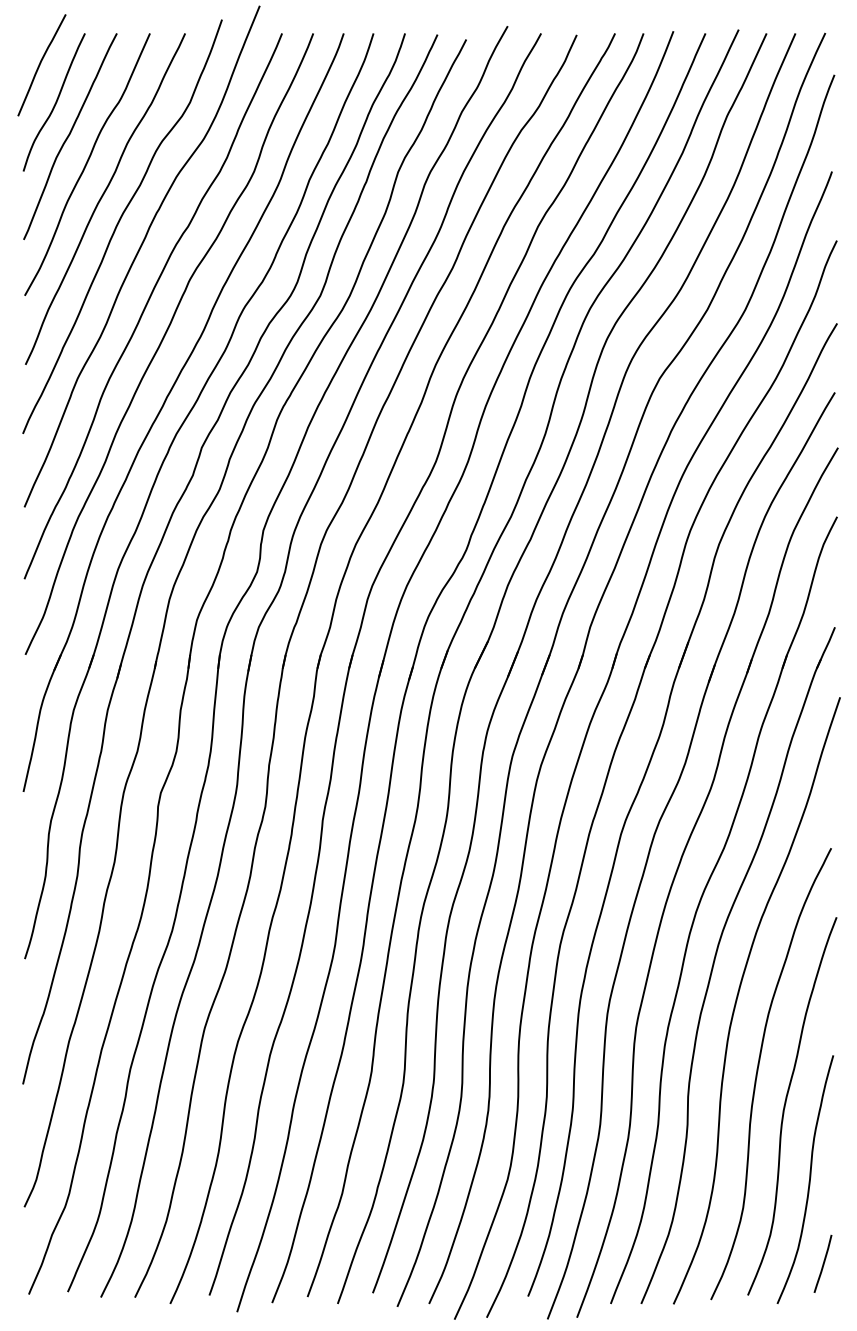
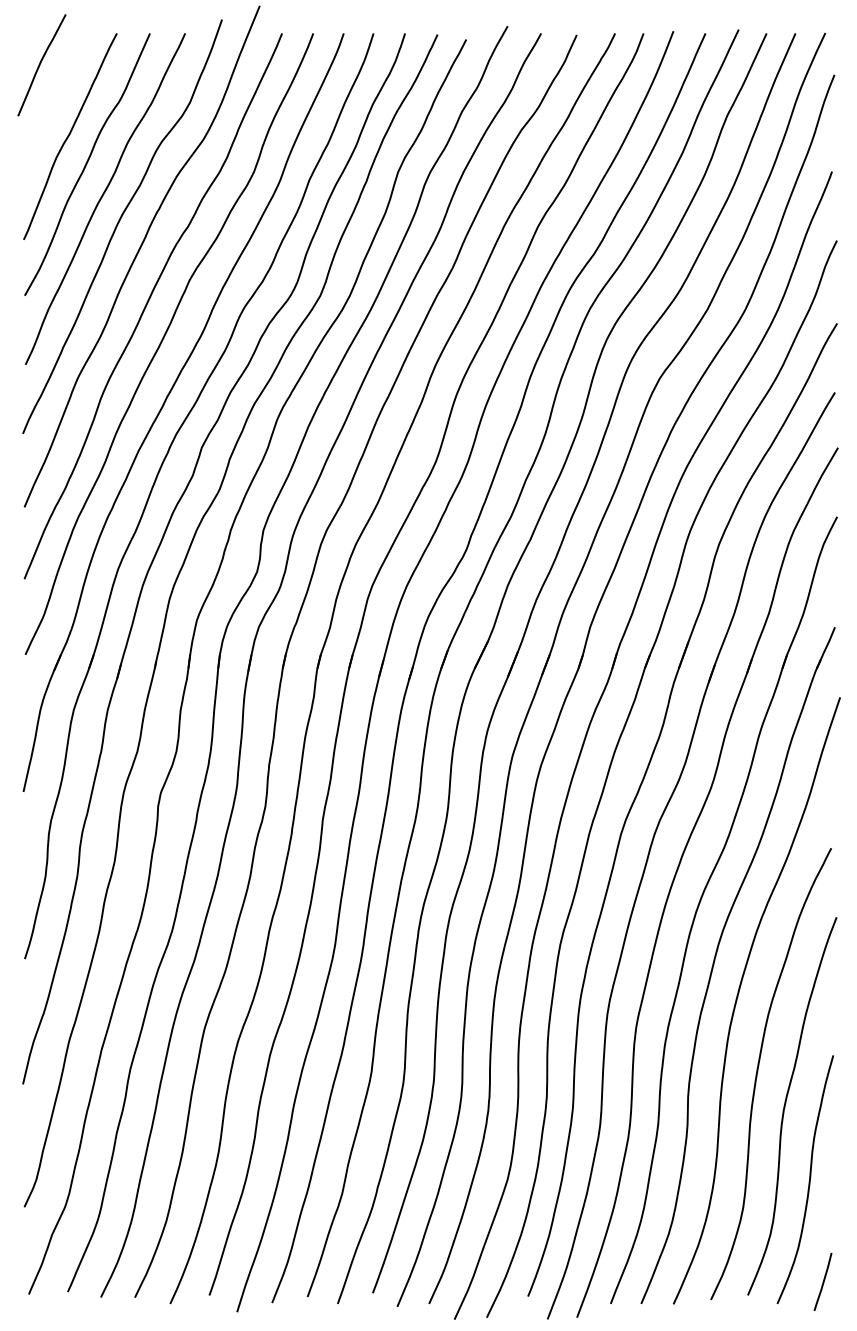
curve at (54, 103): present -> none
line at (822, 1263) position: (822, 1263) -> (822, 1281)
